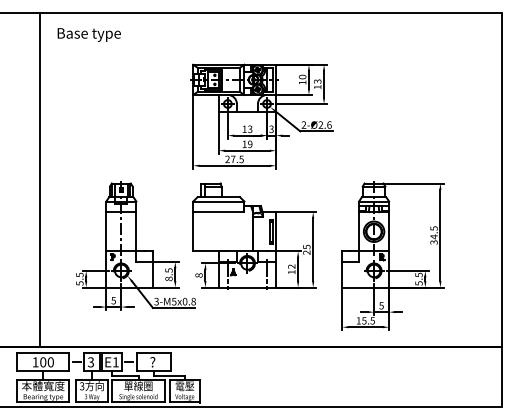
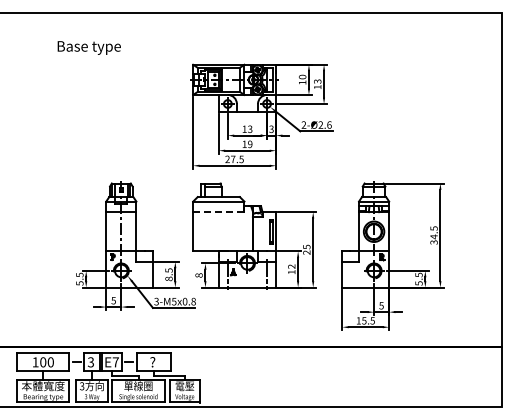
text at (88, 34) position: (88, 34) -> (88, 47)
line at (39, 179): present -> none
line at (218, 212): solid -> dashed
text at (115, 362): E1 -> E7
